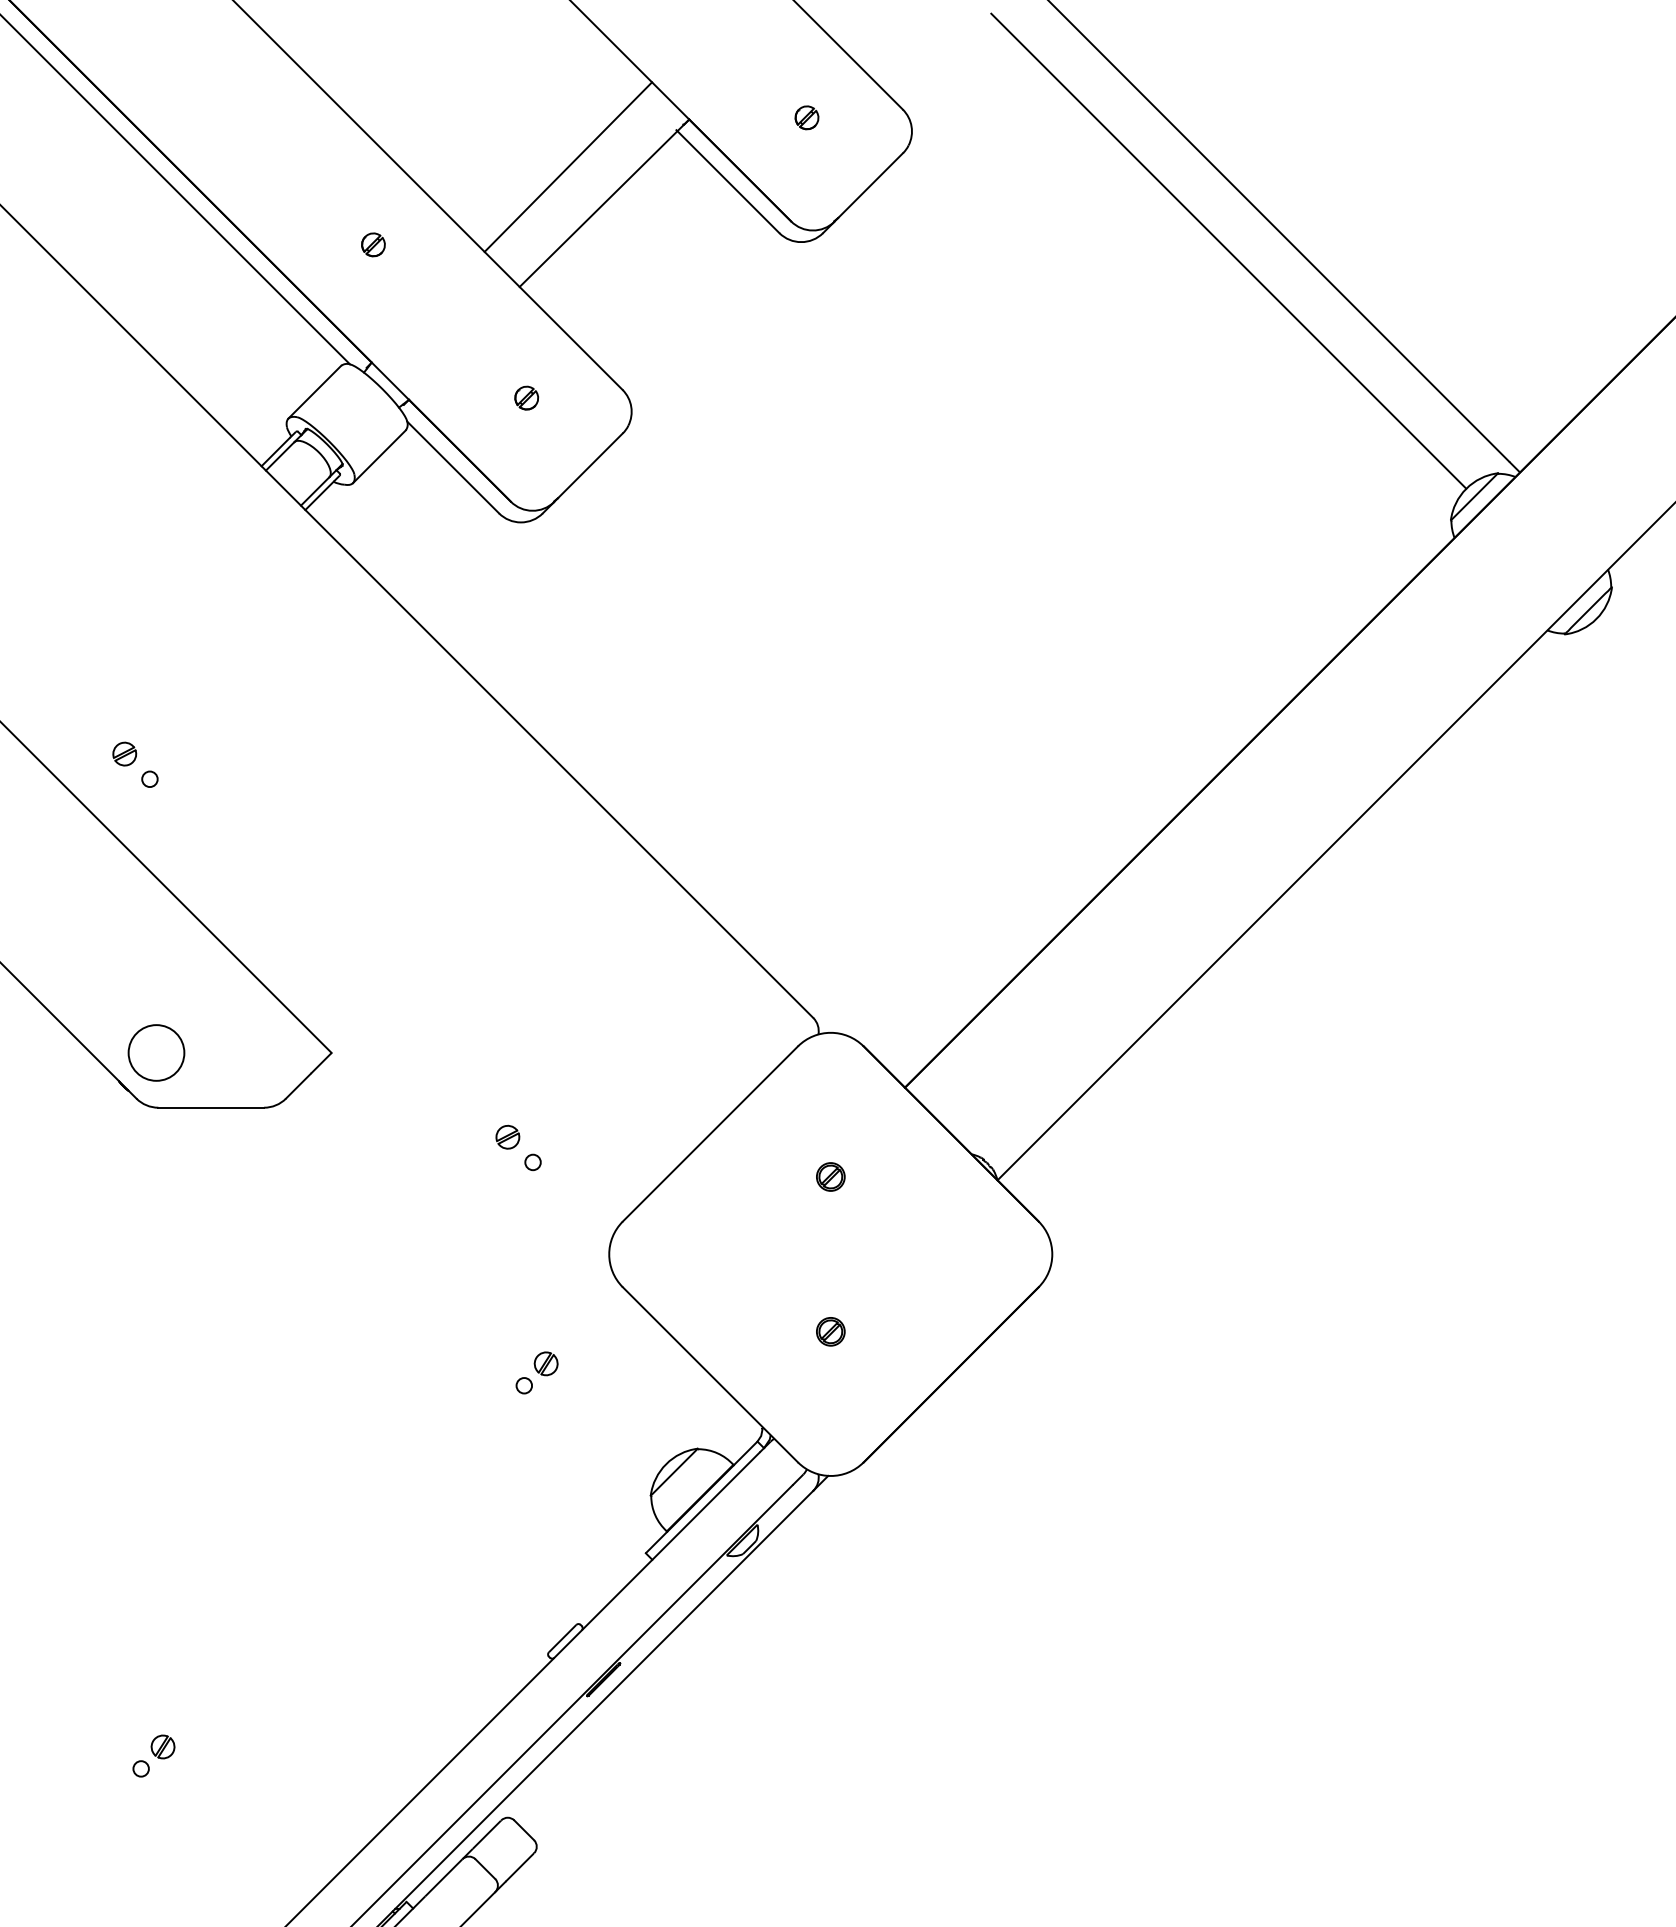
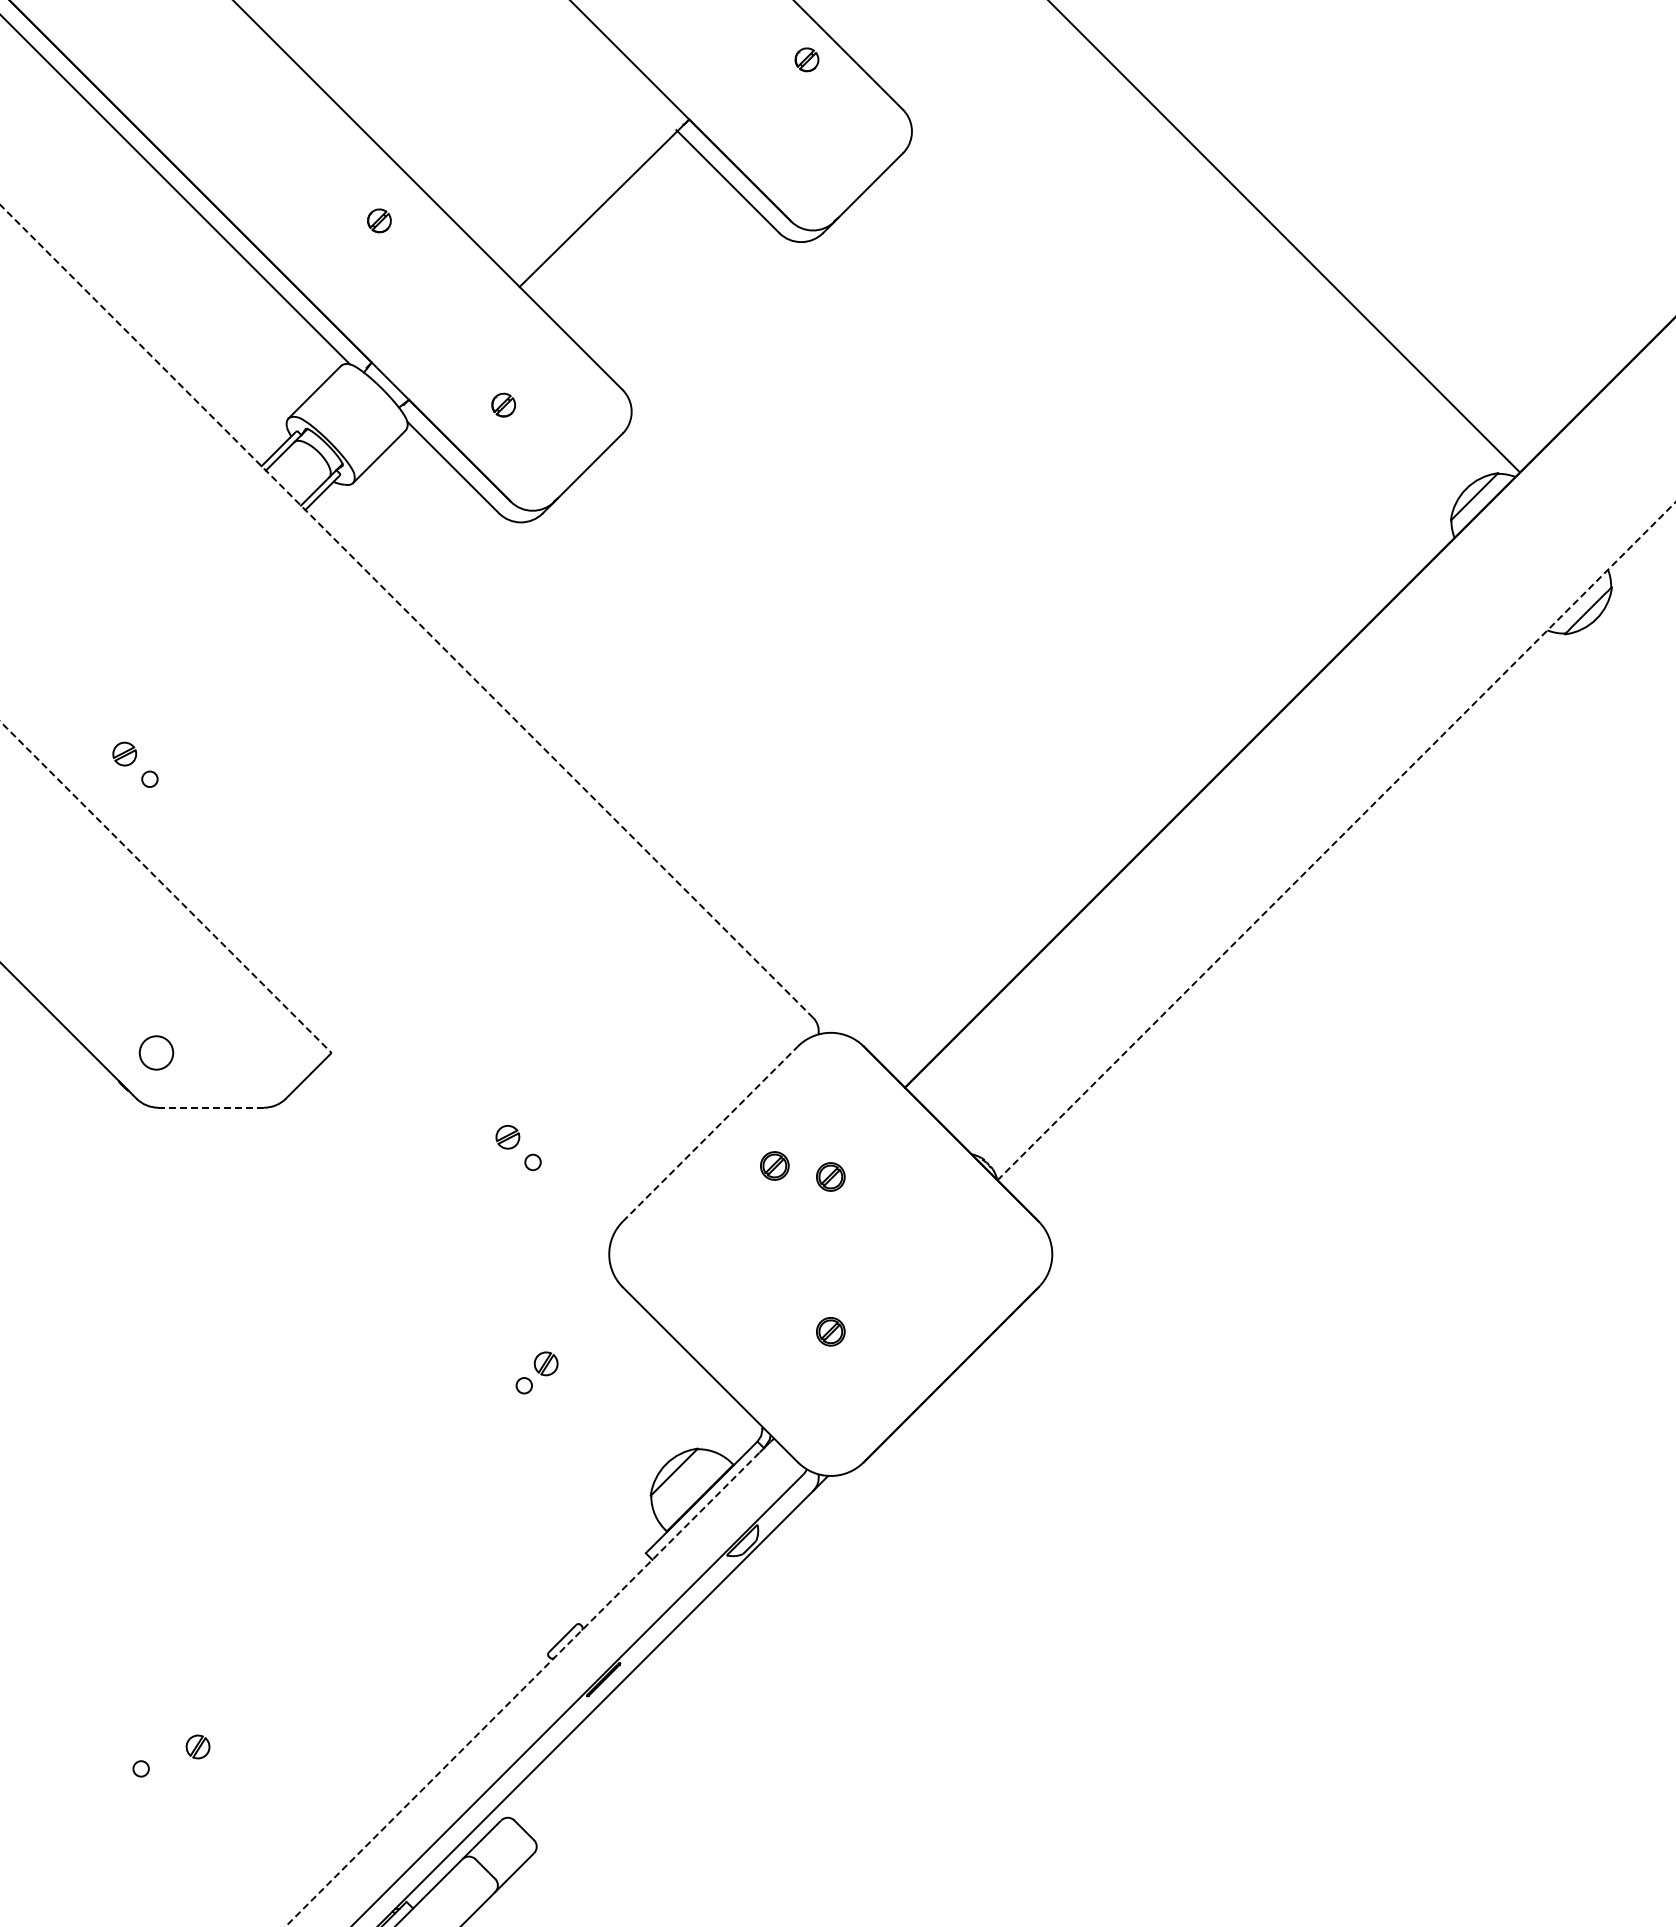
part at (806, 117) position: (806, 117) -> (806, 59)
line at (568, 166): present -> none
part at (373, 244) position: (373, 244) -> (379, 220)
line at (1228, 250): present -> none
part at (526, 397) position: (526, 397) -> (503, 404)
line at (406, 611): solid -> dashed
line at (1336, 840): solid -> dashed
line at (166, 887): solid -> dashed
circle at (156, 1052) diameter: 56 px -> 33 px
line at (211, 1107): solid -> dashed
line at (710, 1133): solid -> dashed
part at (774, 1165): none -> present
line at (522, 1689): solid -> dashed
part at (162, 1746) position: (162, 1746) -> (197, 1746)
